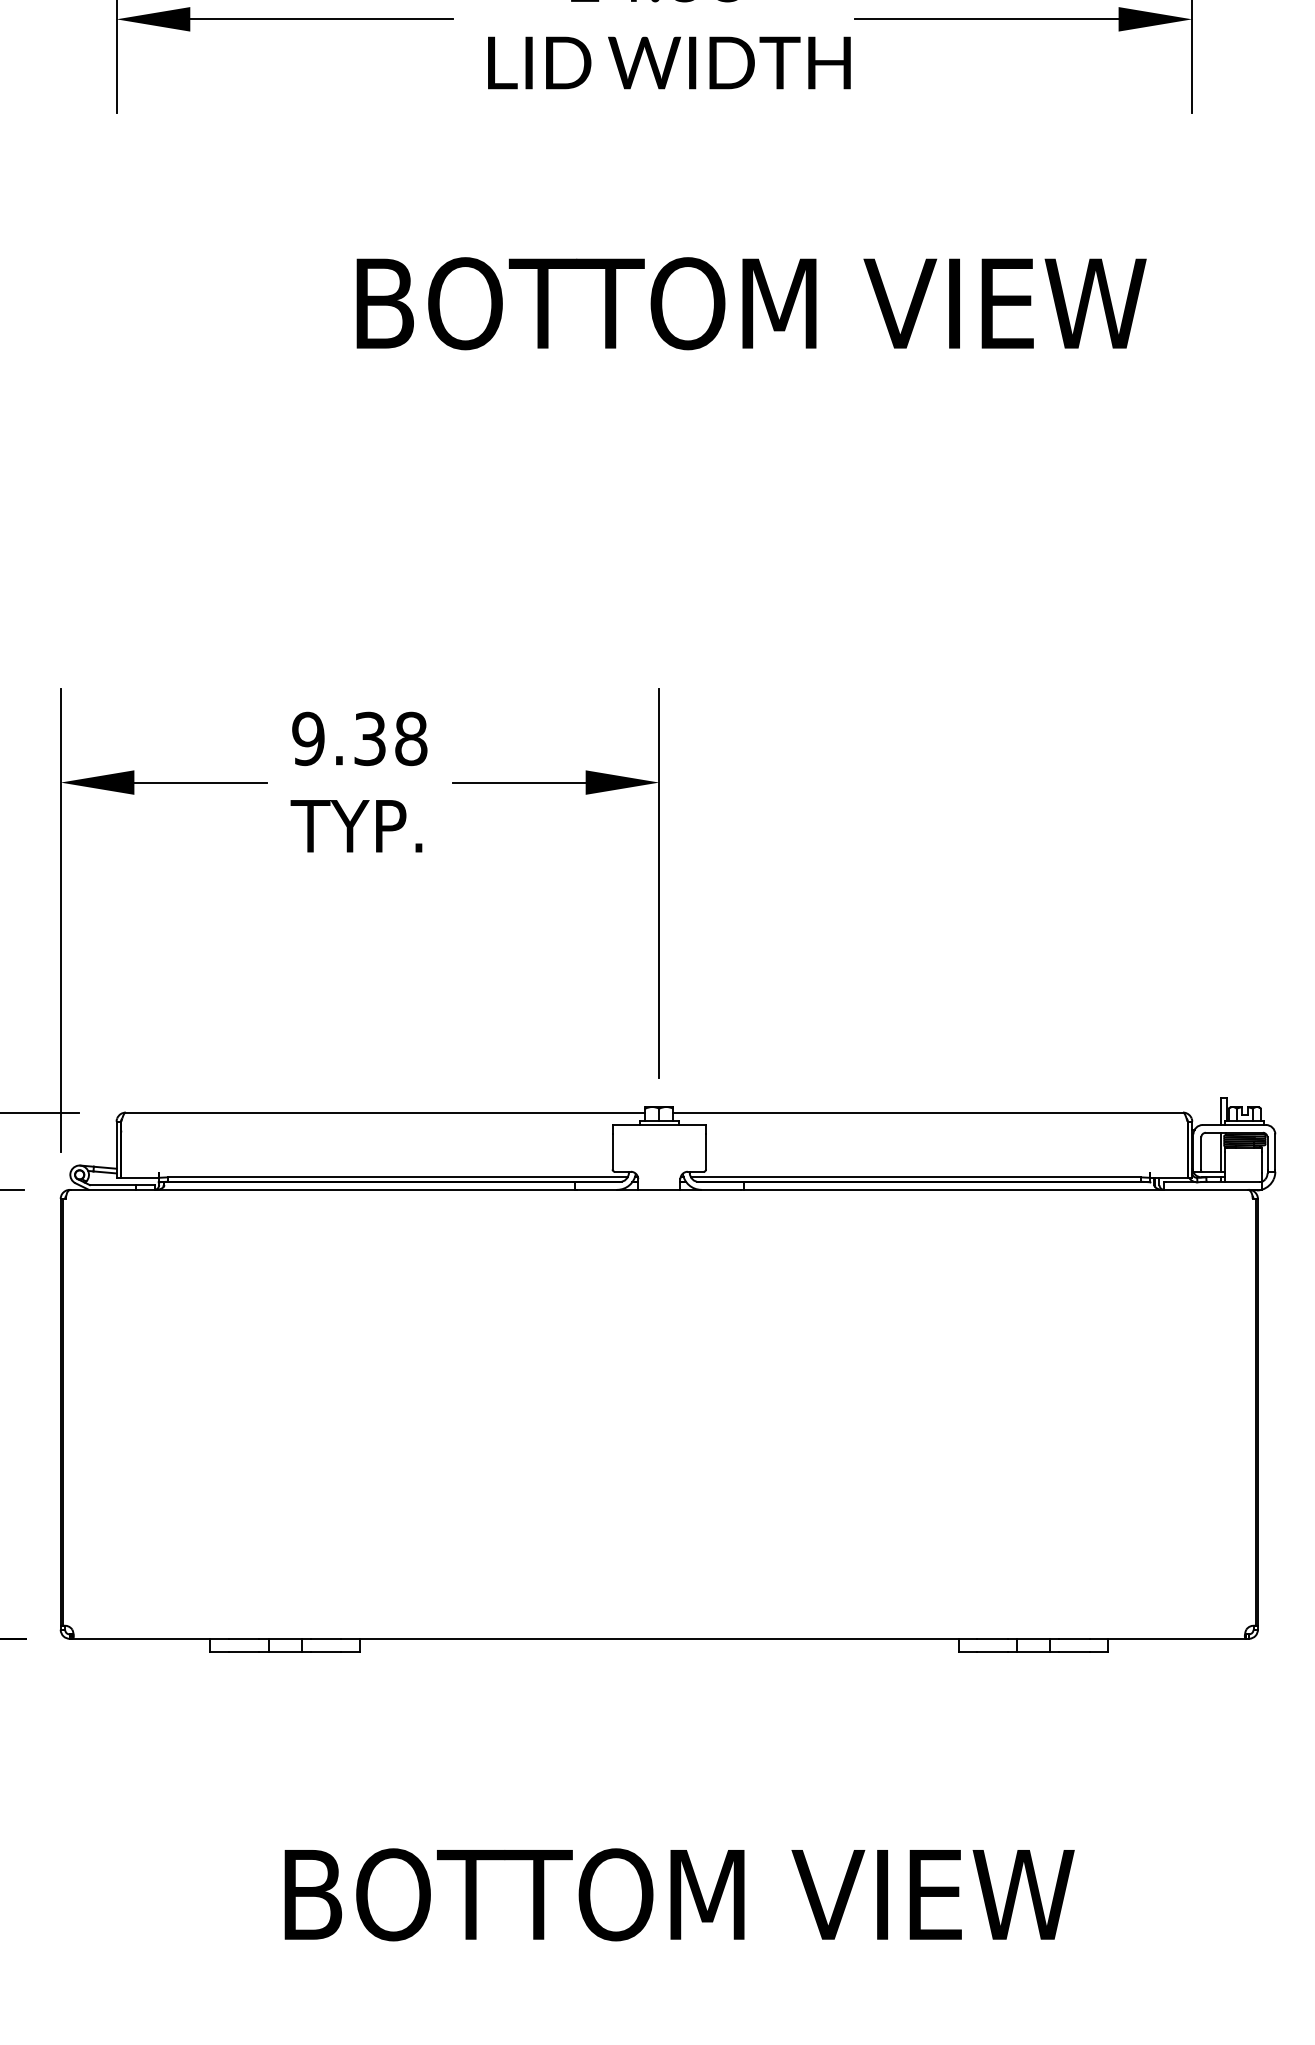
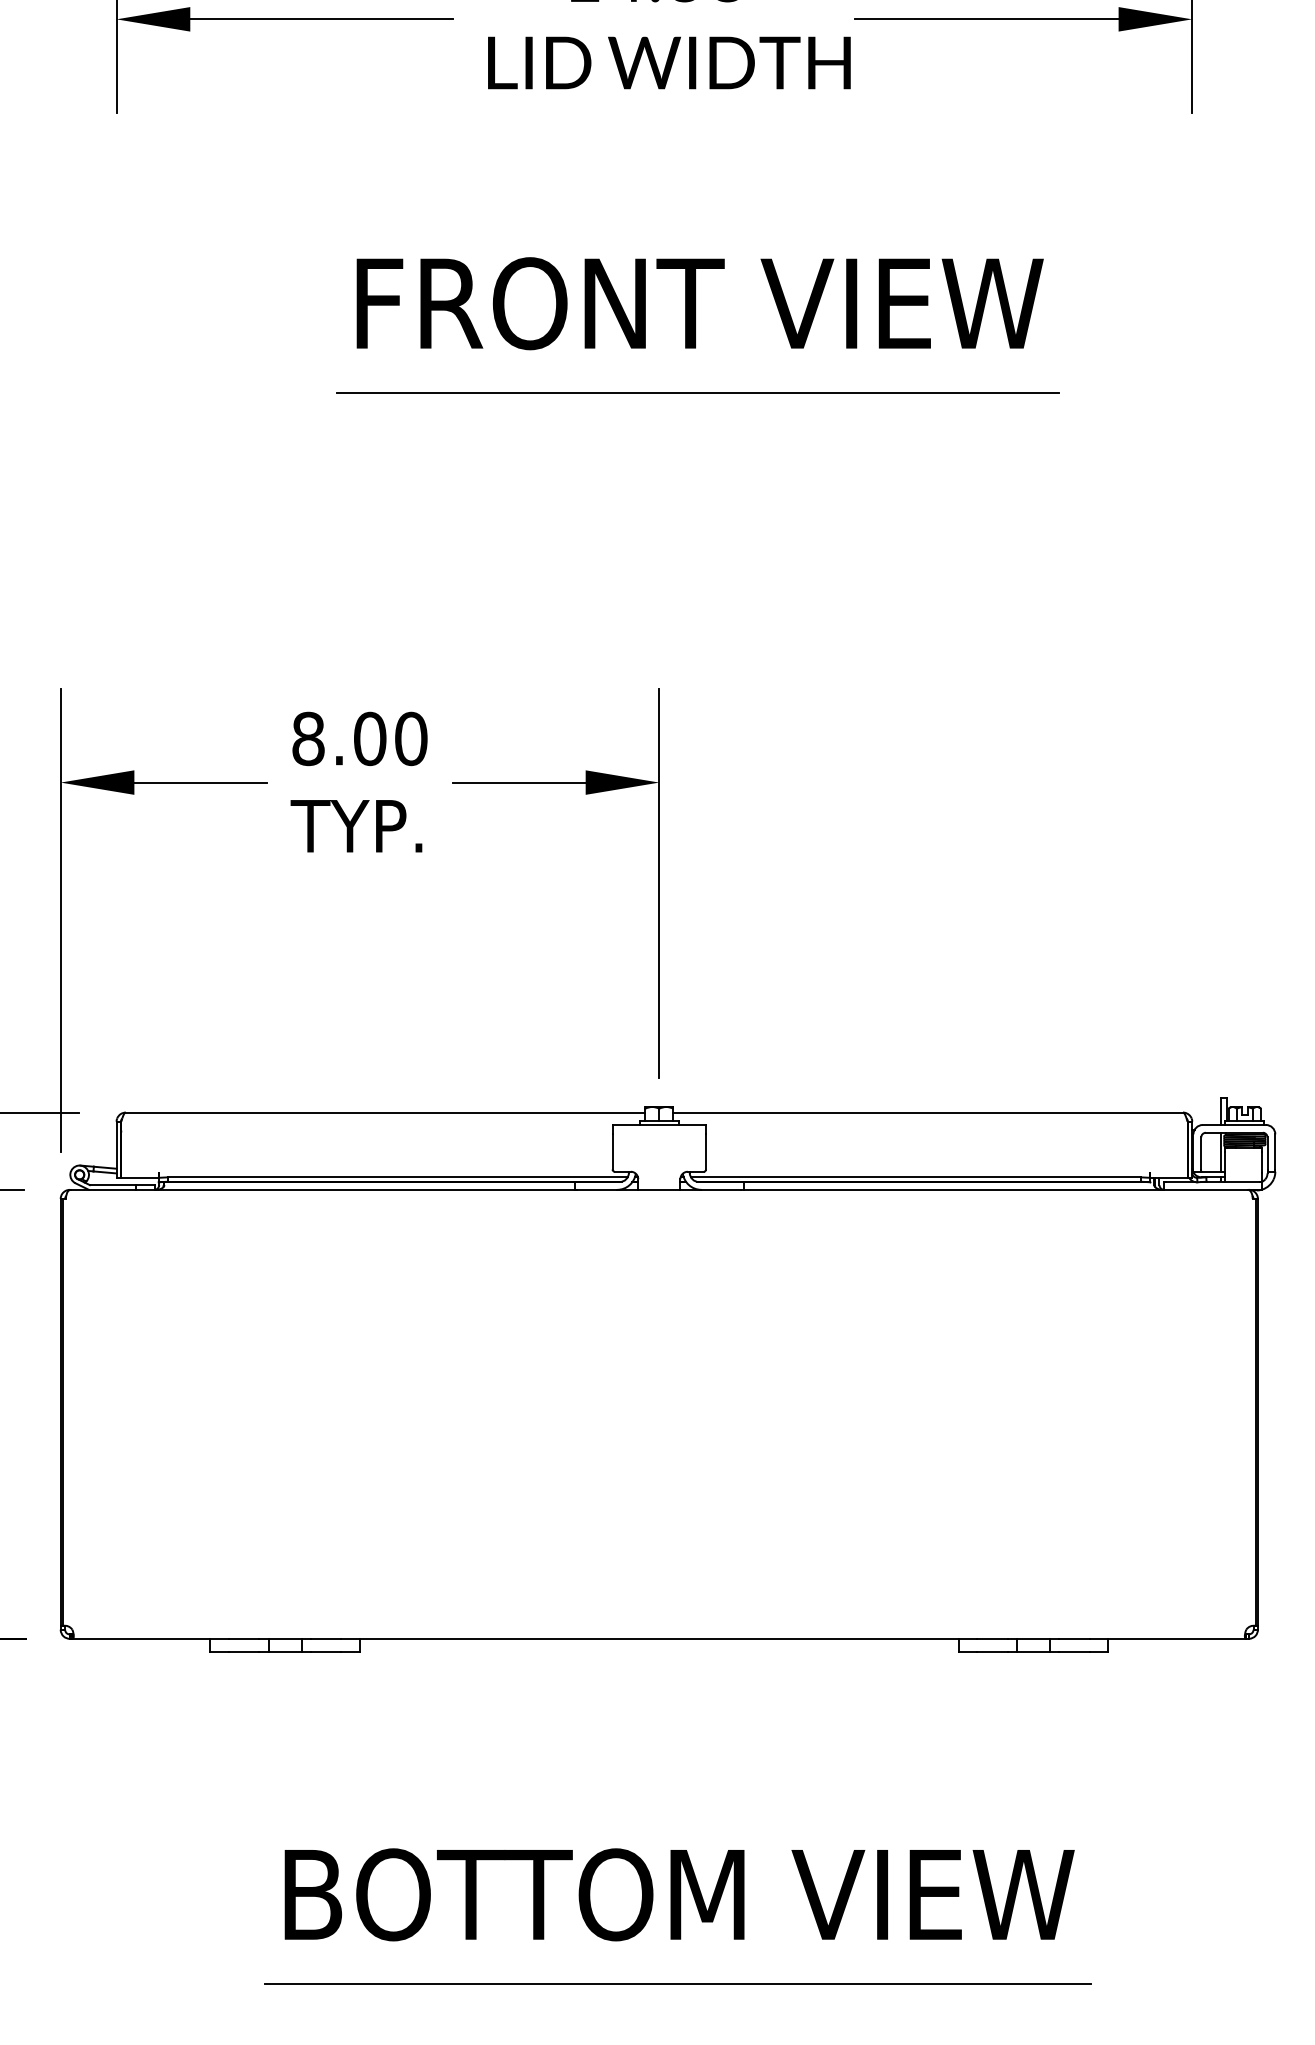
text at (756, 303): BOTTOM VIEW -> FRONT VIEW
line at (697, 392): none -> present
text at (359, 738): 9.38 -> 8.00
line at (677, 1983): none -> present
